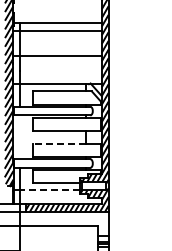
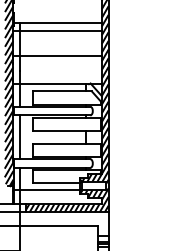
line at (19, 137): none -> present
line at (58, 143): dashed -> solid
line at (49, 190): dashed -> solid
